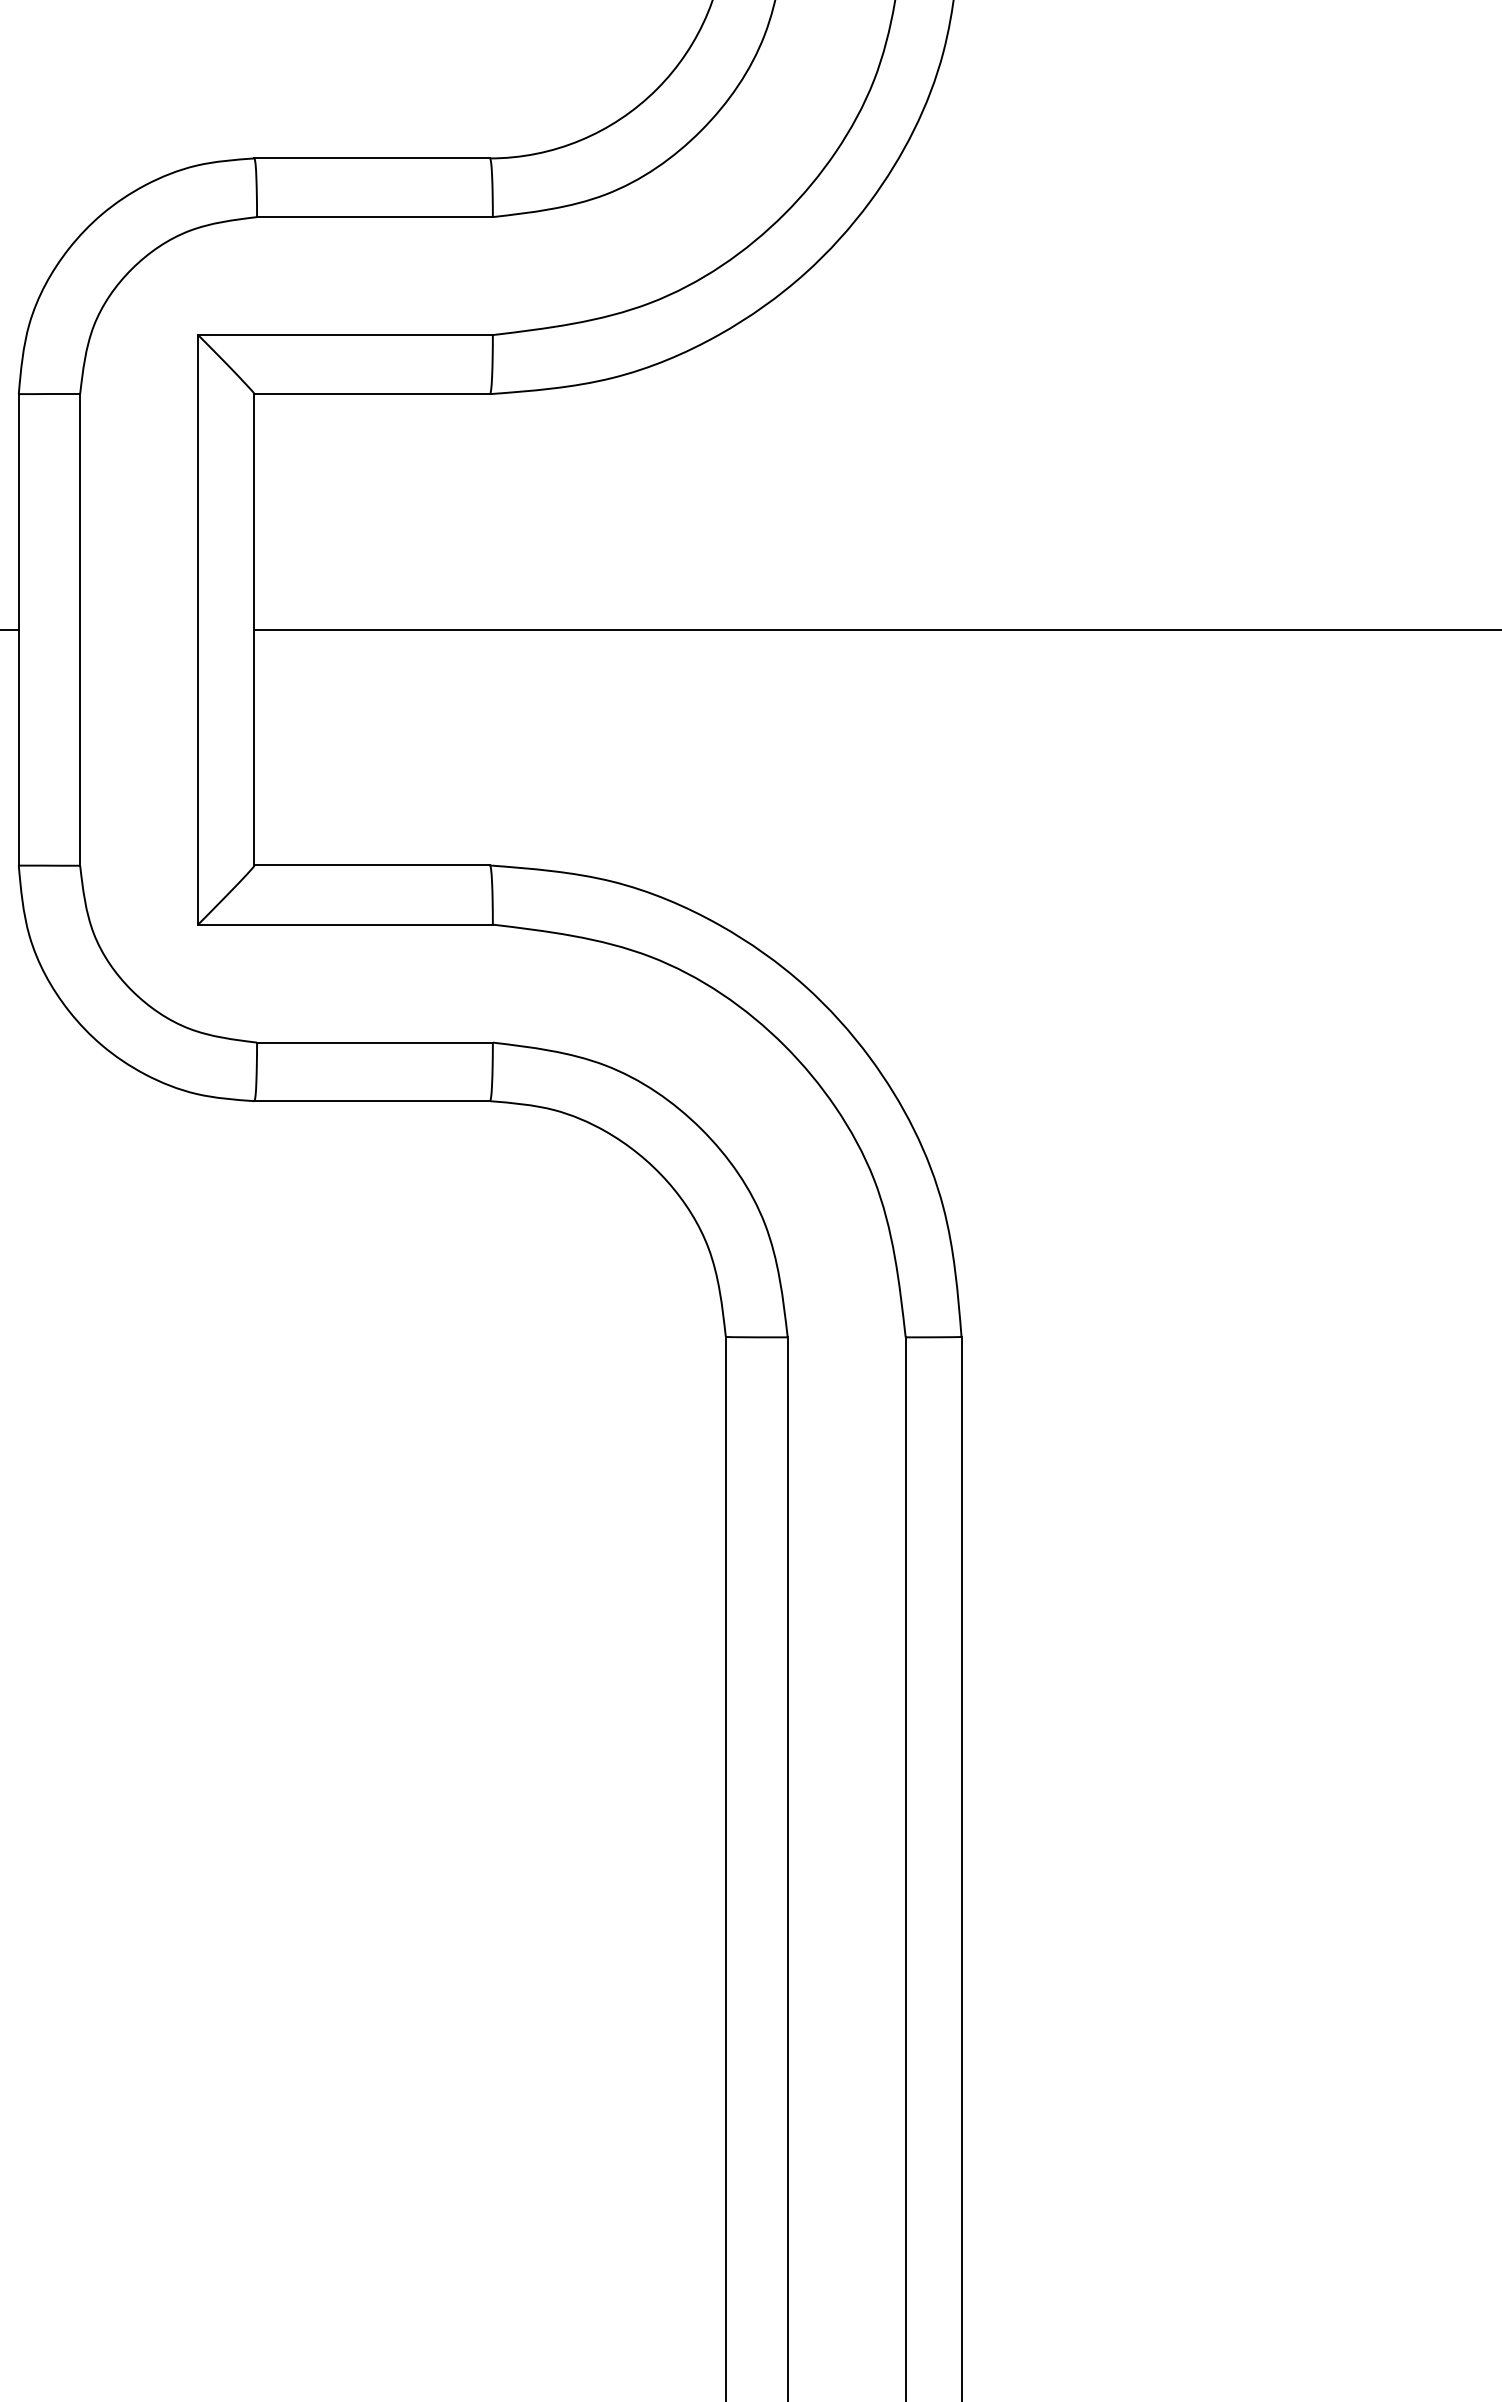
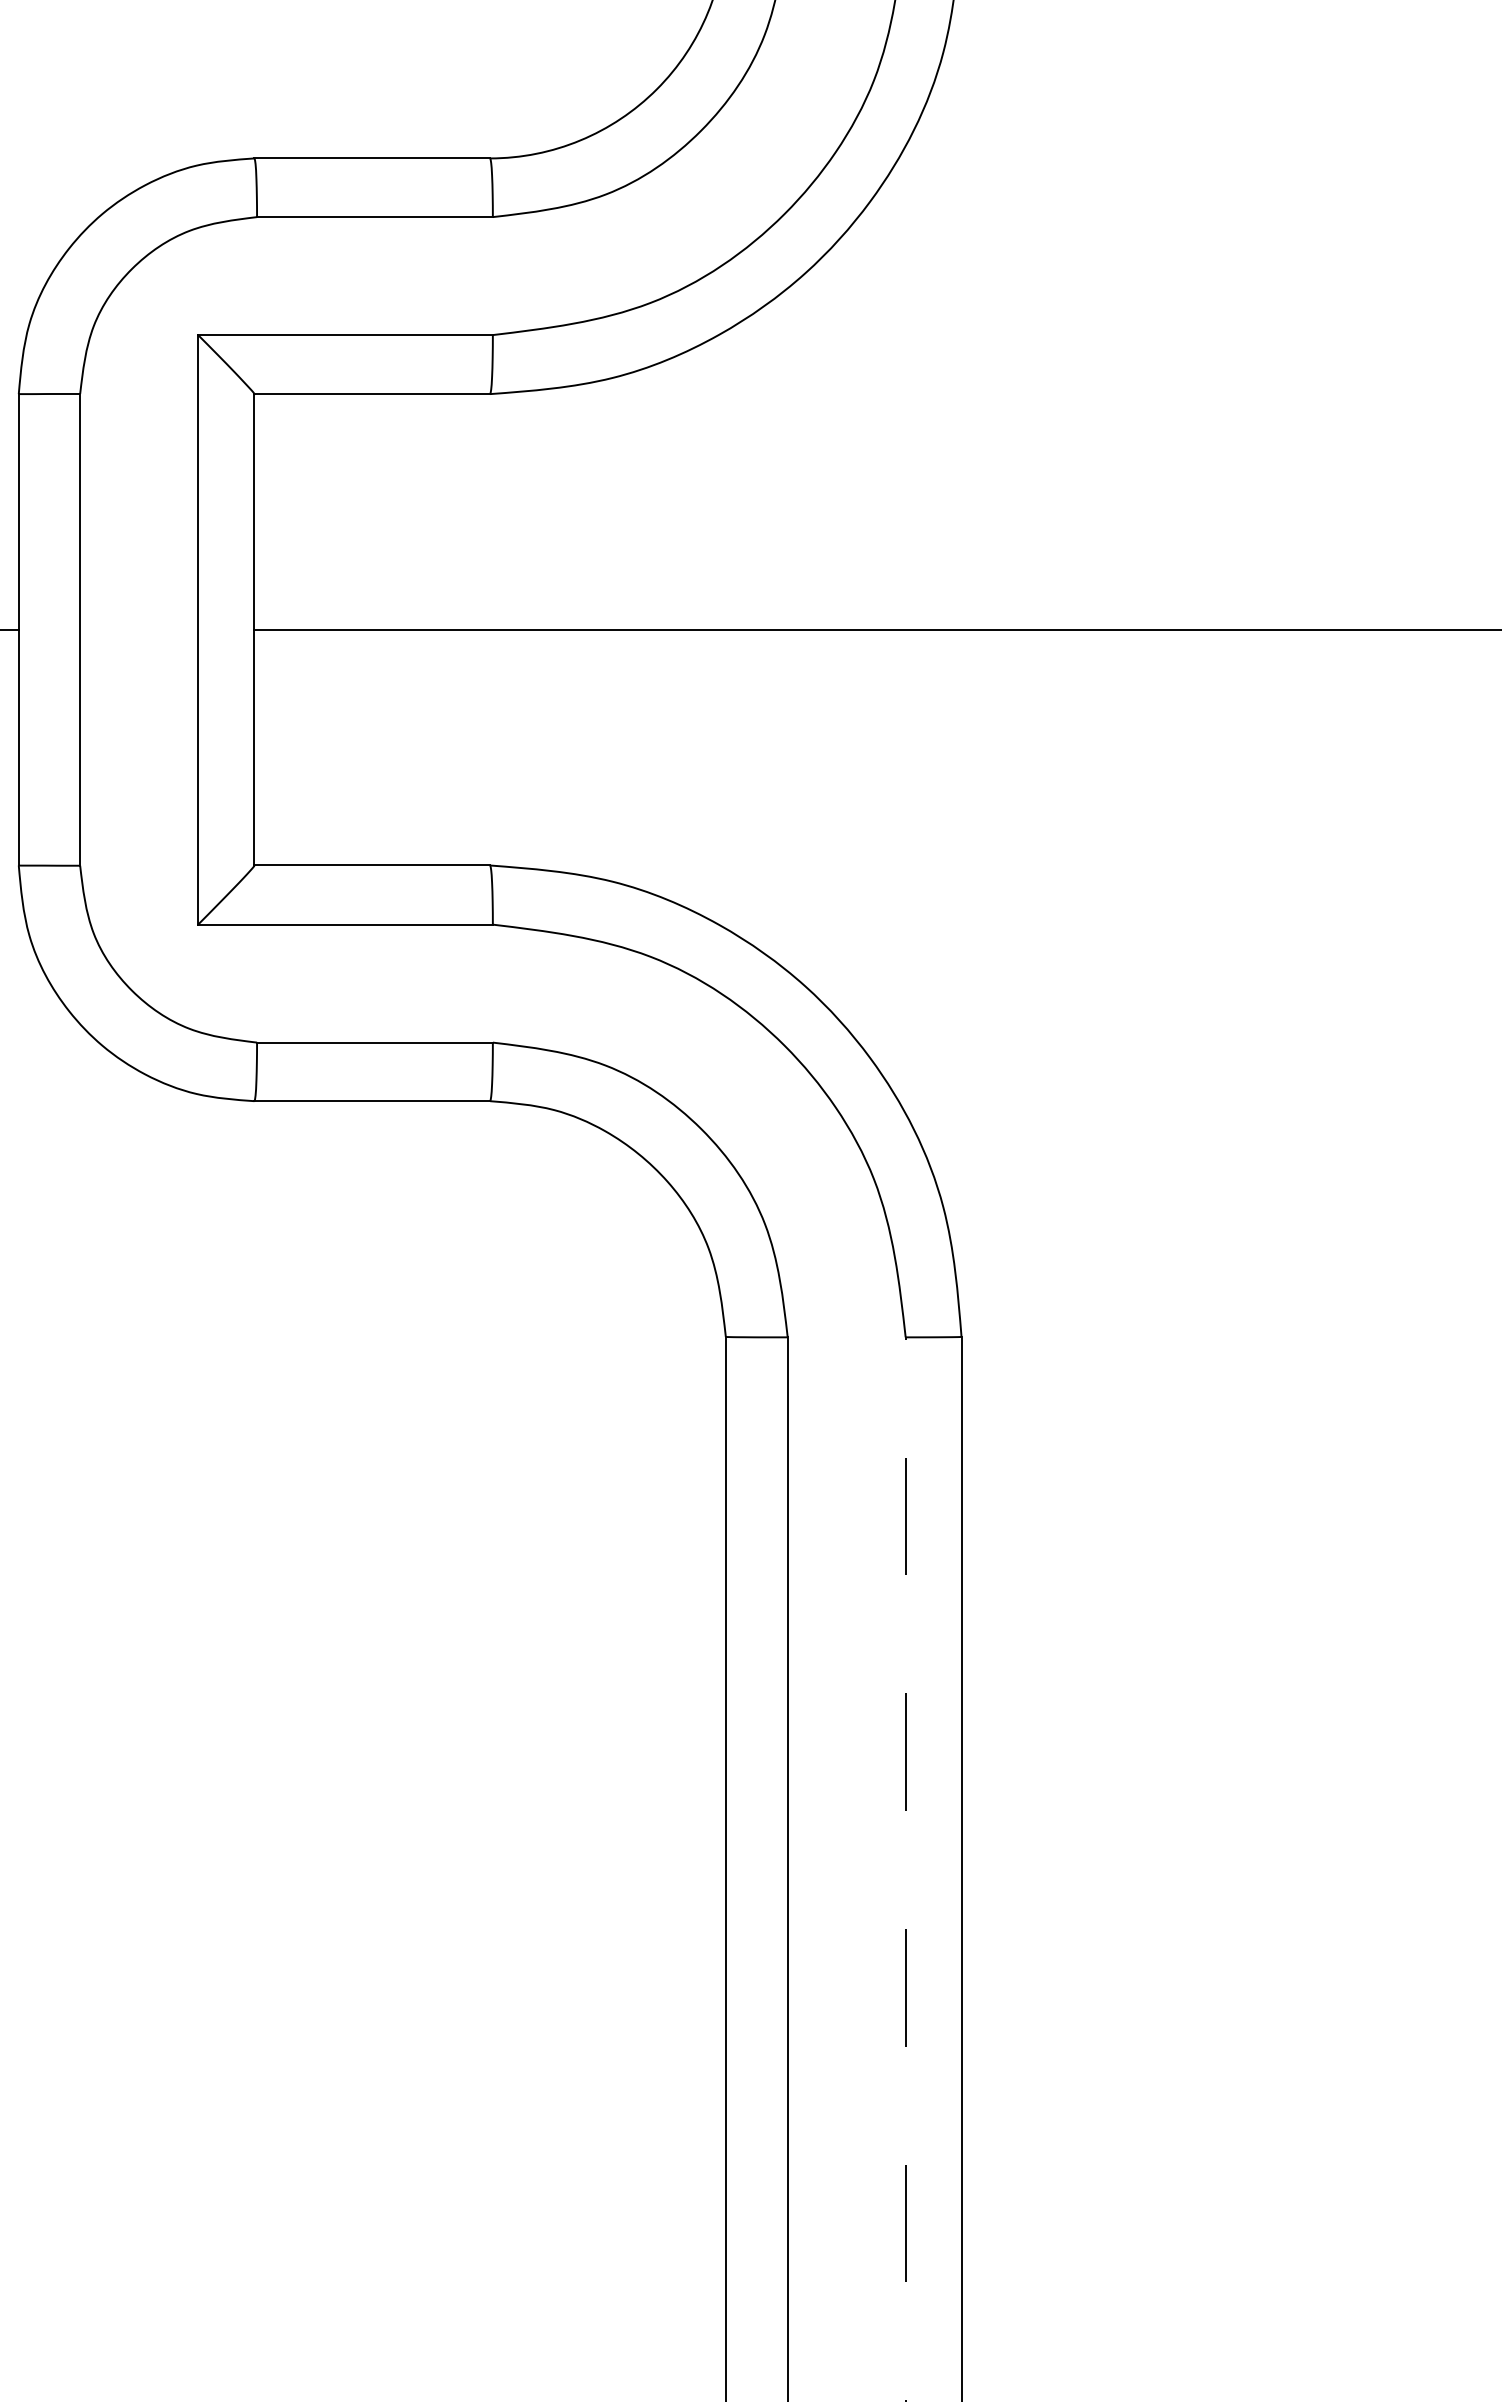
line at (905, 1869): solid -> dashed
